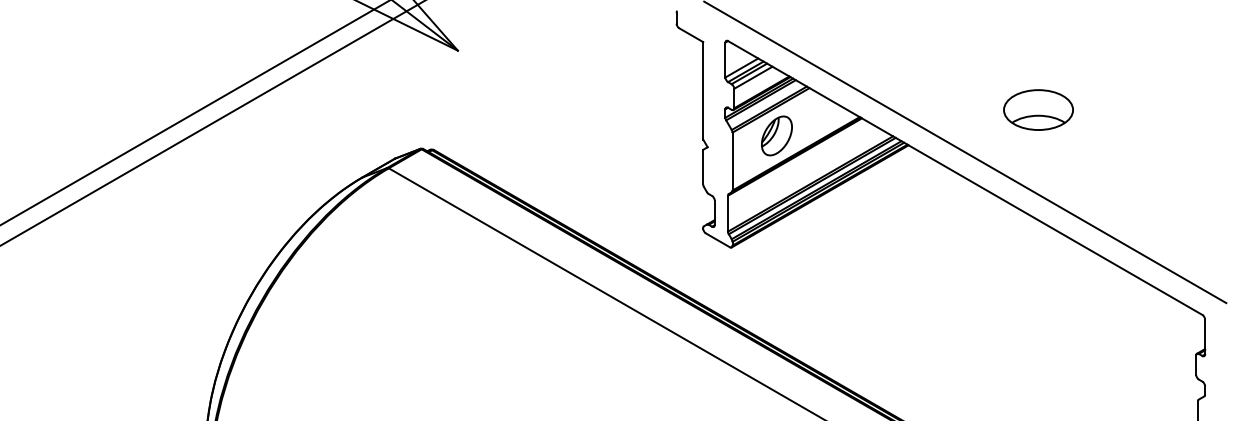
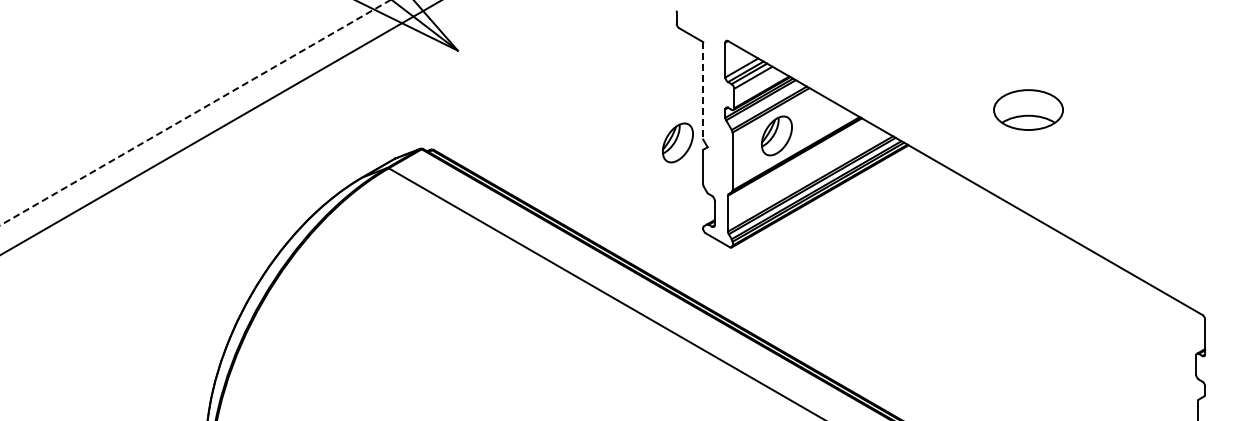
line at (703, 90): solid -> dashed
part at (1038, 109) position: (1038, 109) -> (1028, 109)
line at (195, 112): solid -> dashed
line at (212, 123) position: (212, 123) -> (220, 127)
part at (677, 142): none -> present
line at (965, 152): present -> none
